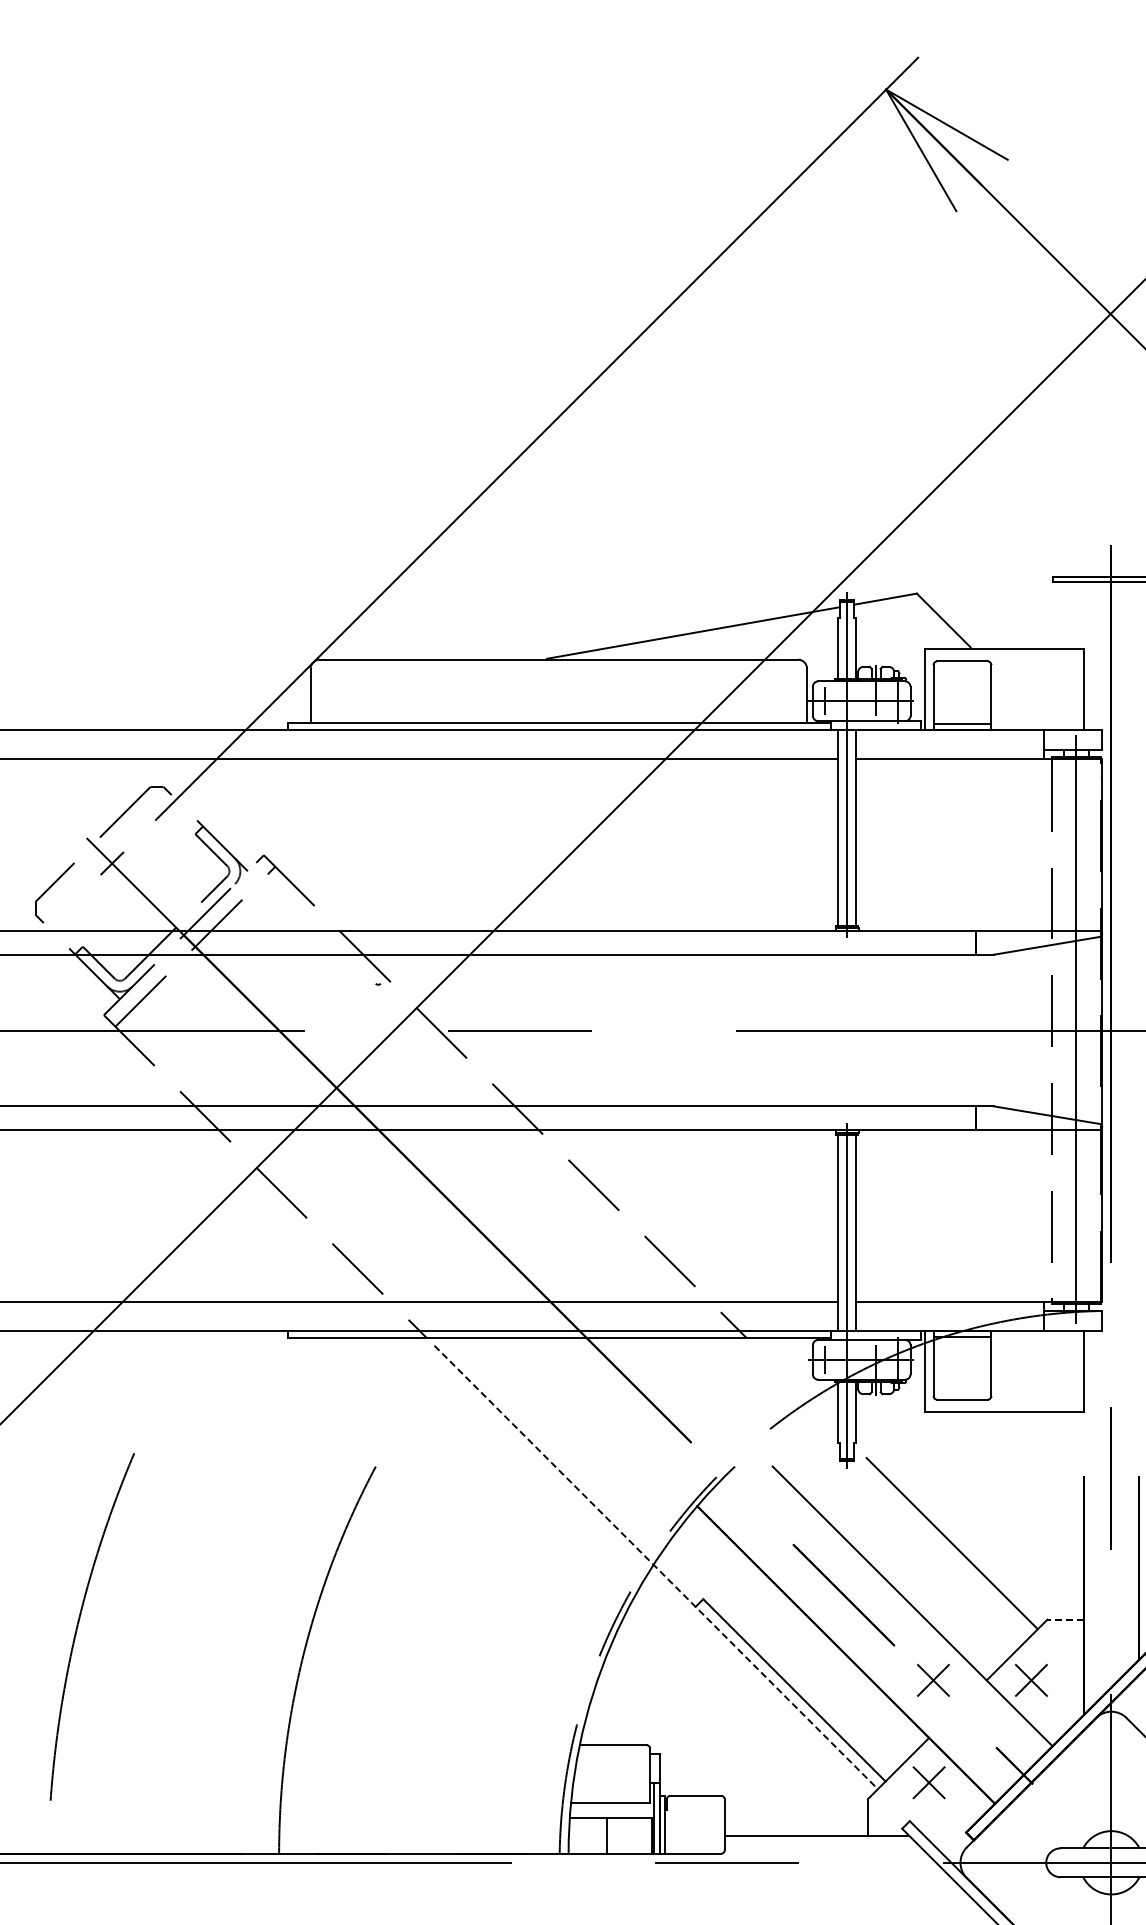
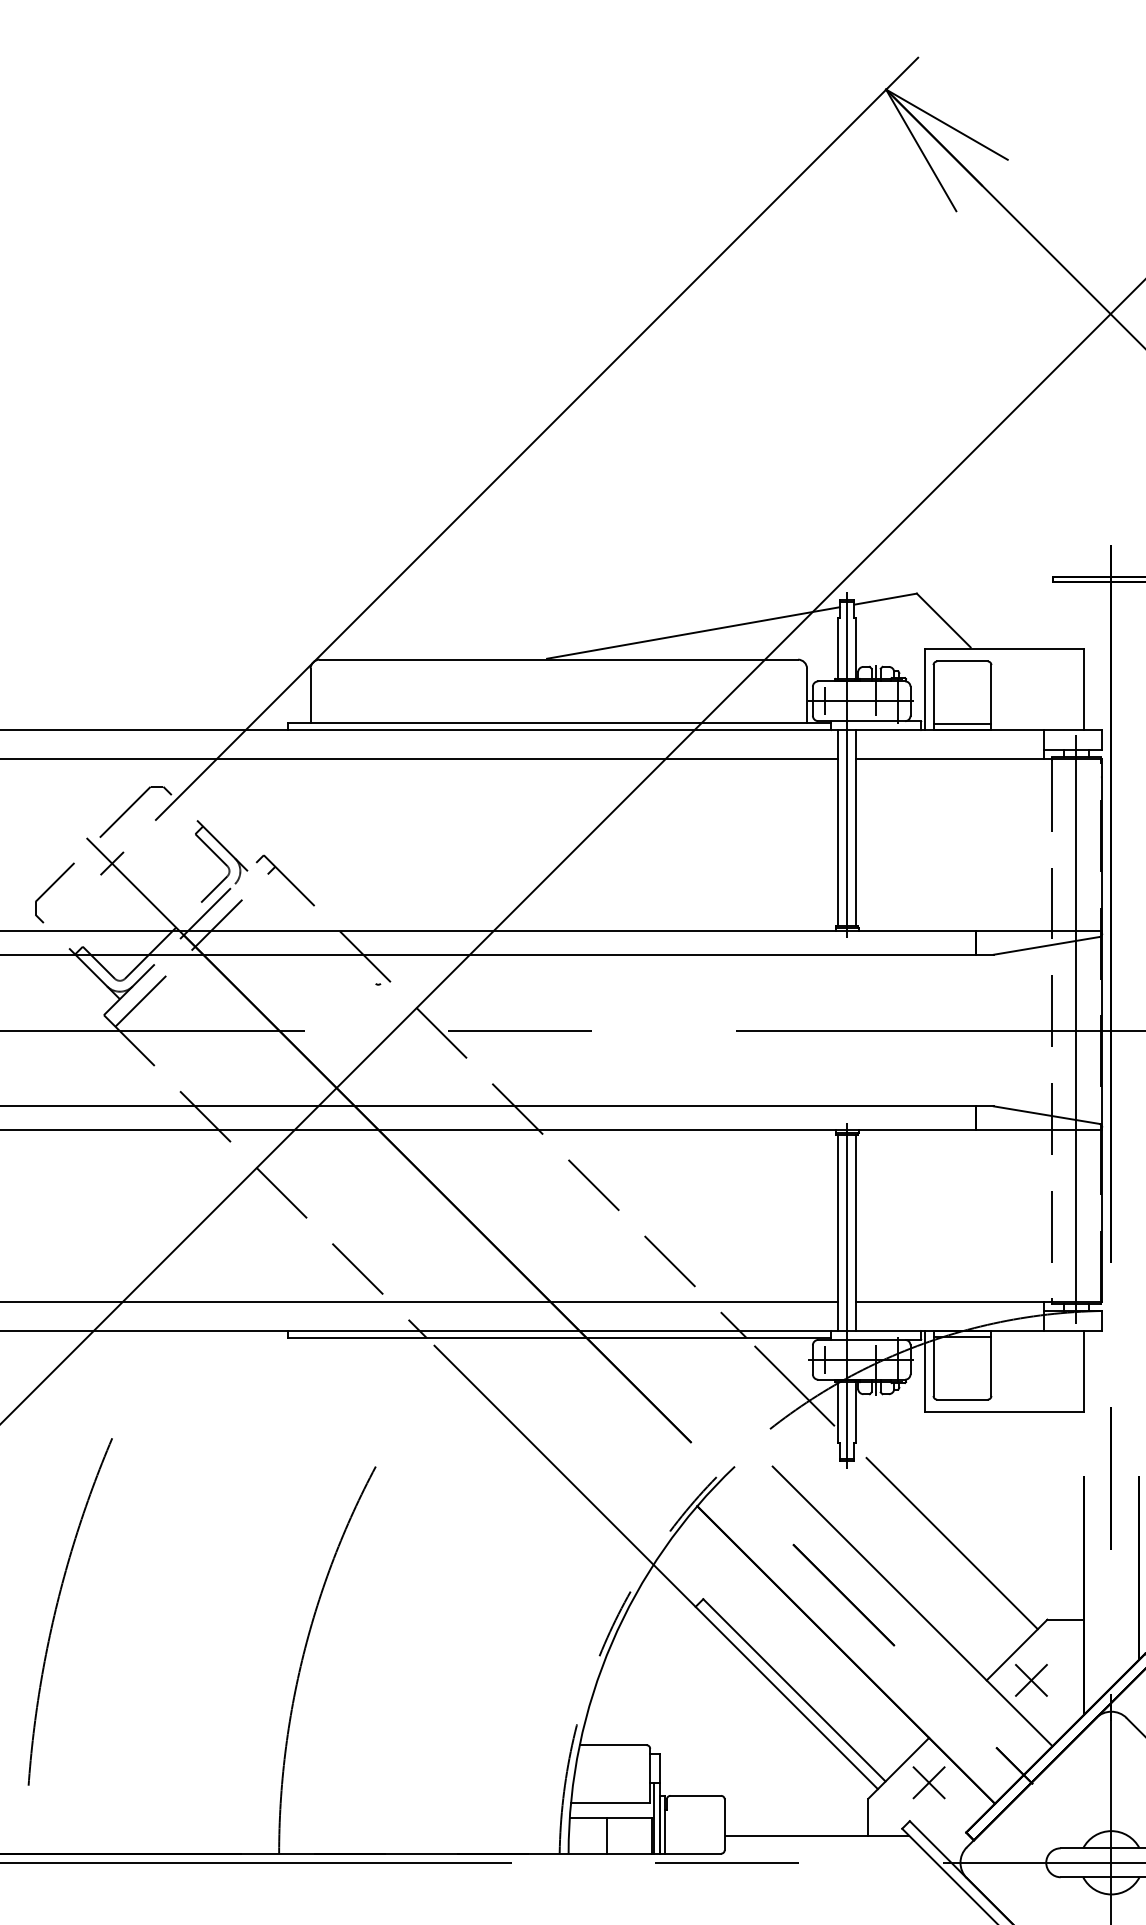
line at (794, 1385): none -> present
line at (656, 1567): dashed -> solid
line at (1065, 1619): dashed -> solid
arc at (79, 1622) position: (79, 1622) -> (57, 1607)
part at (933, 1680): present -> none
